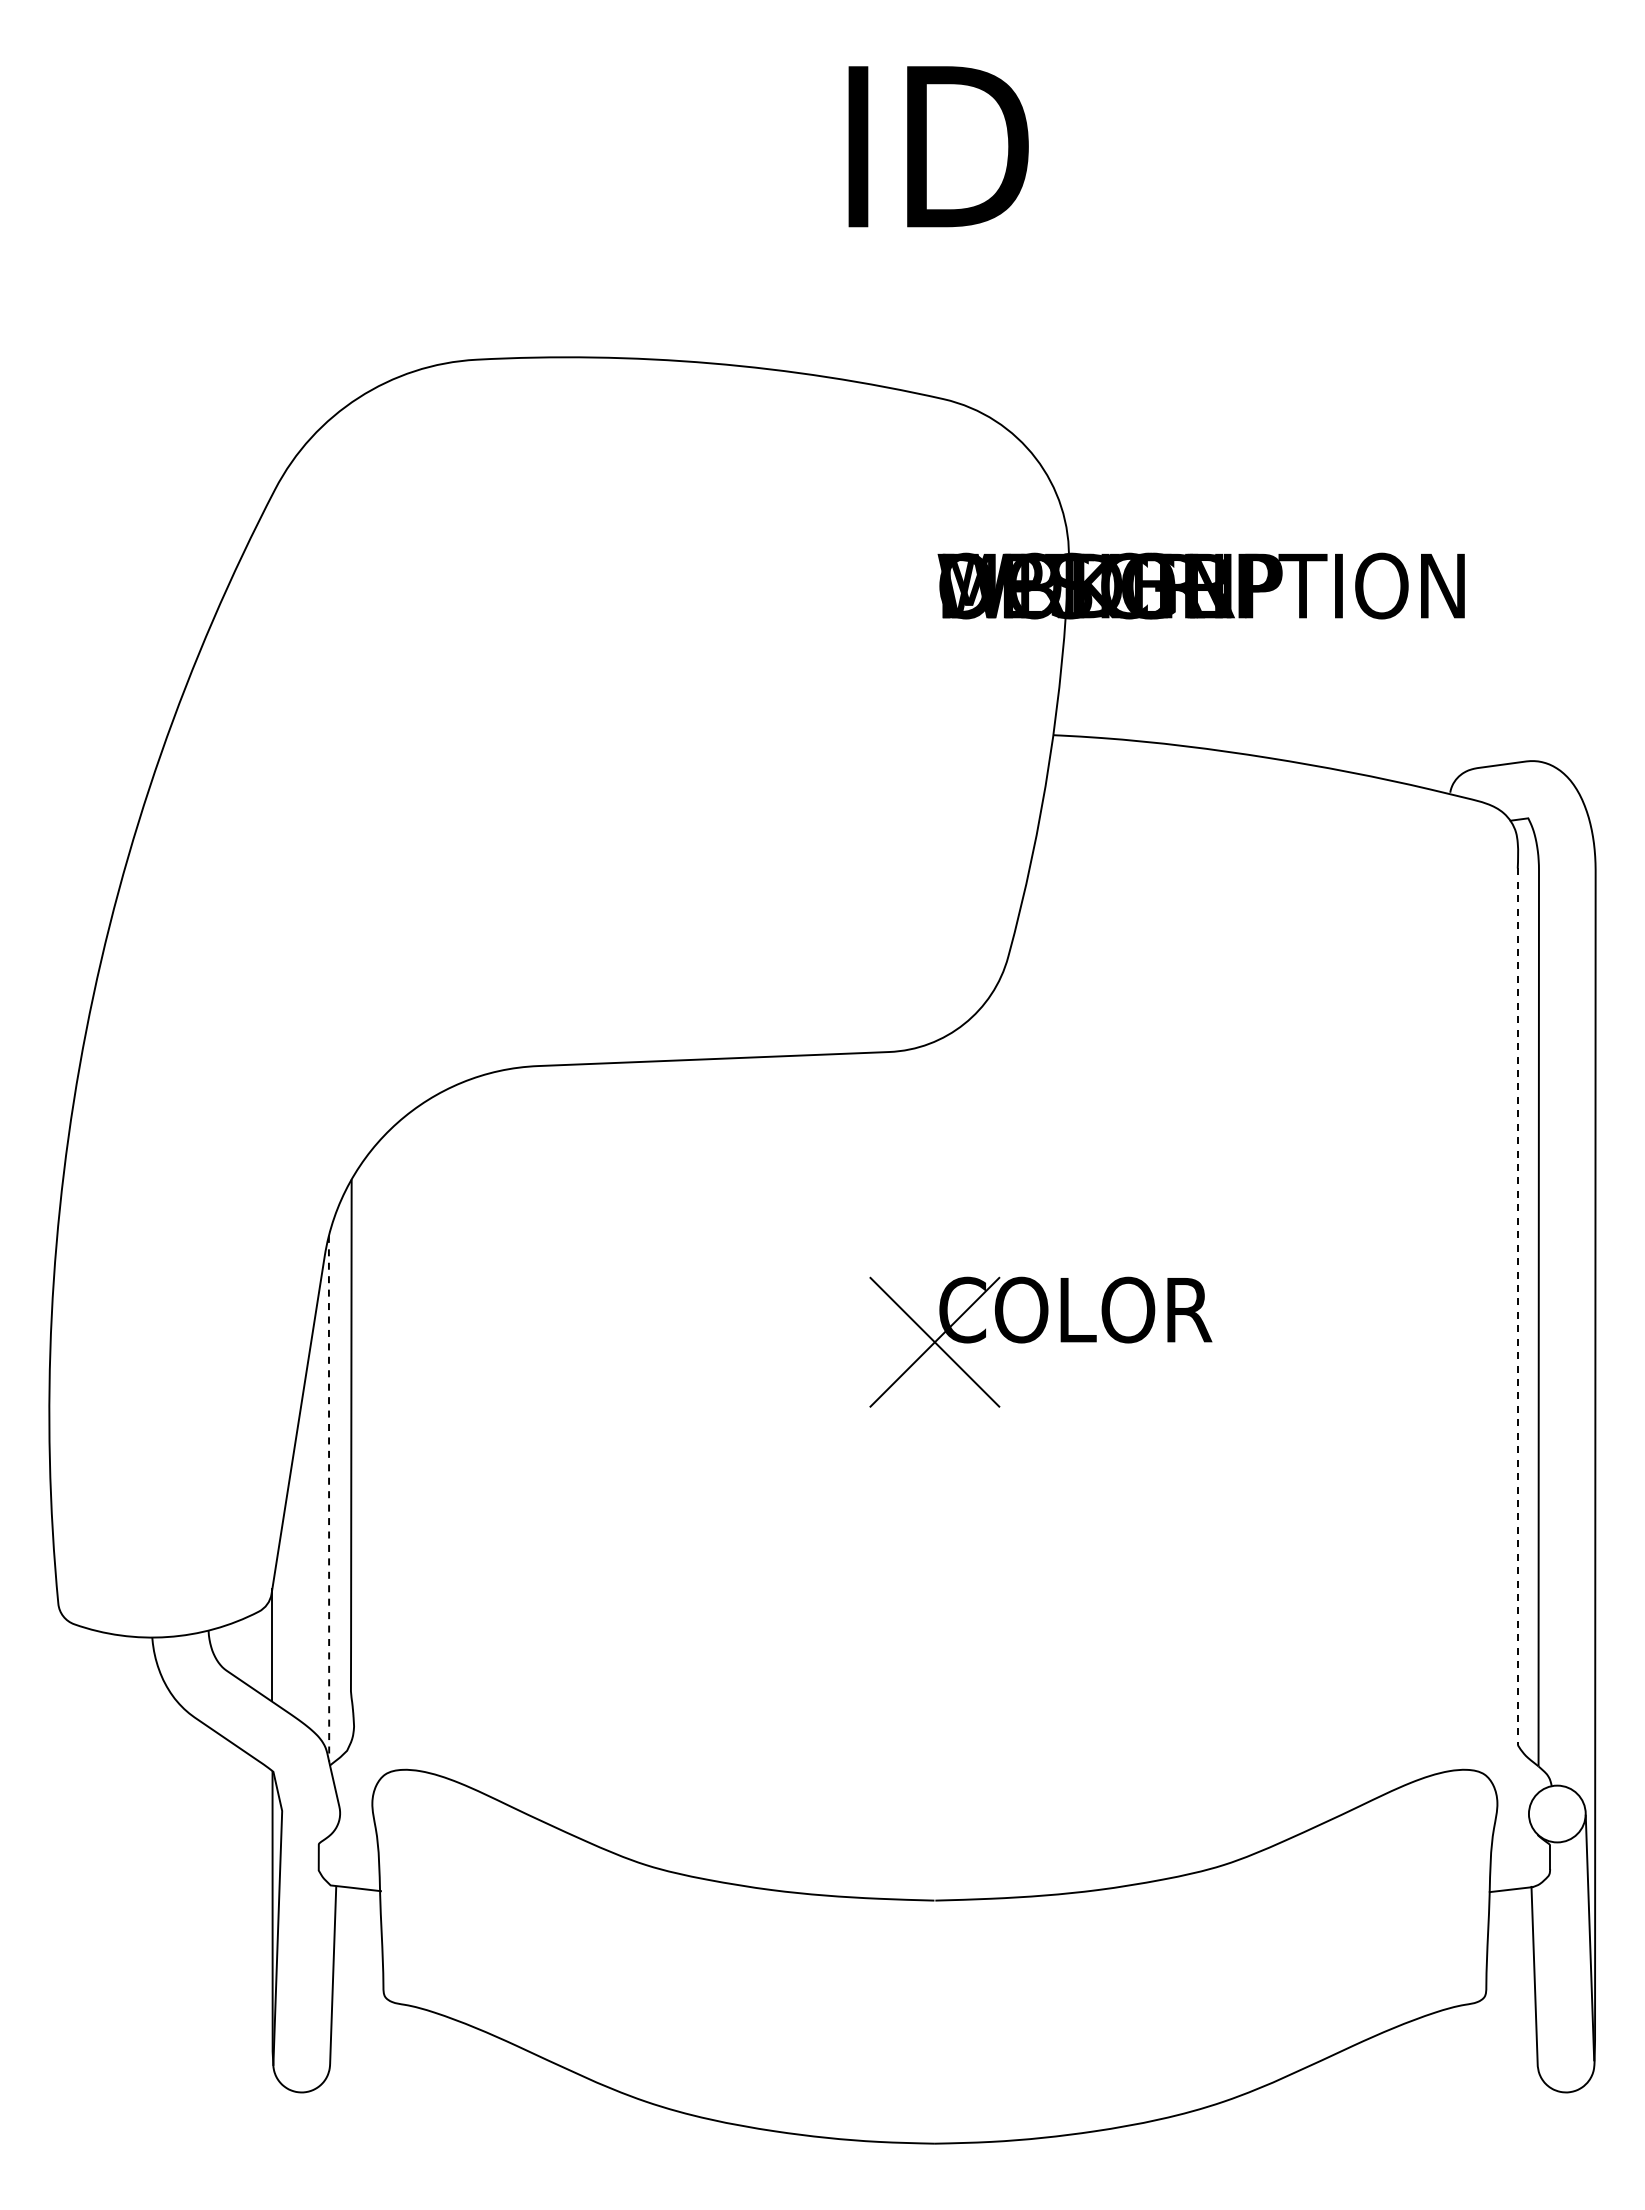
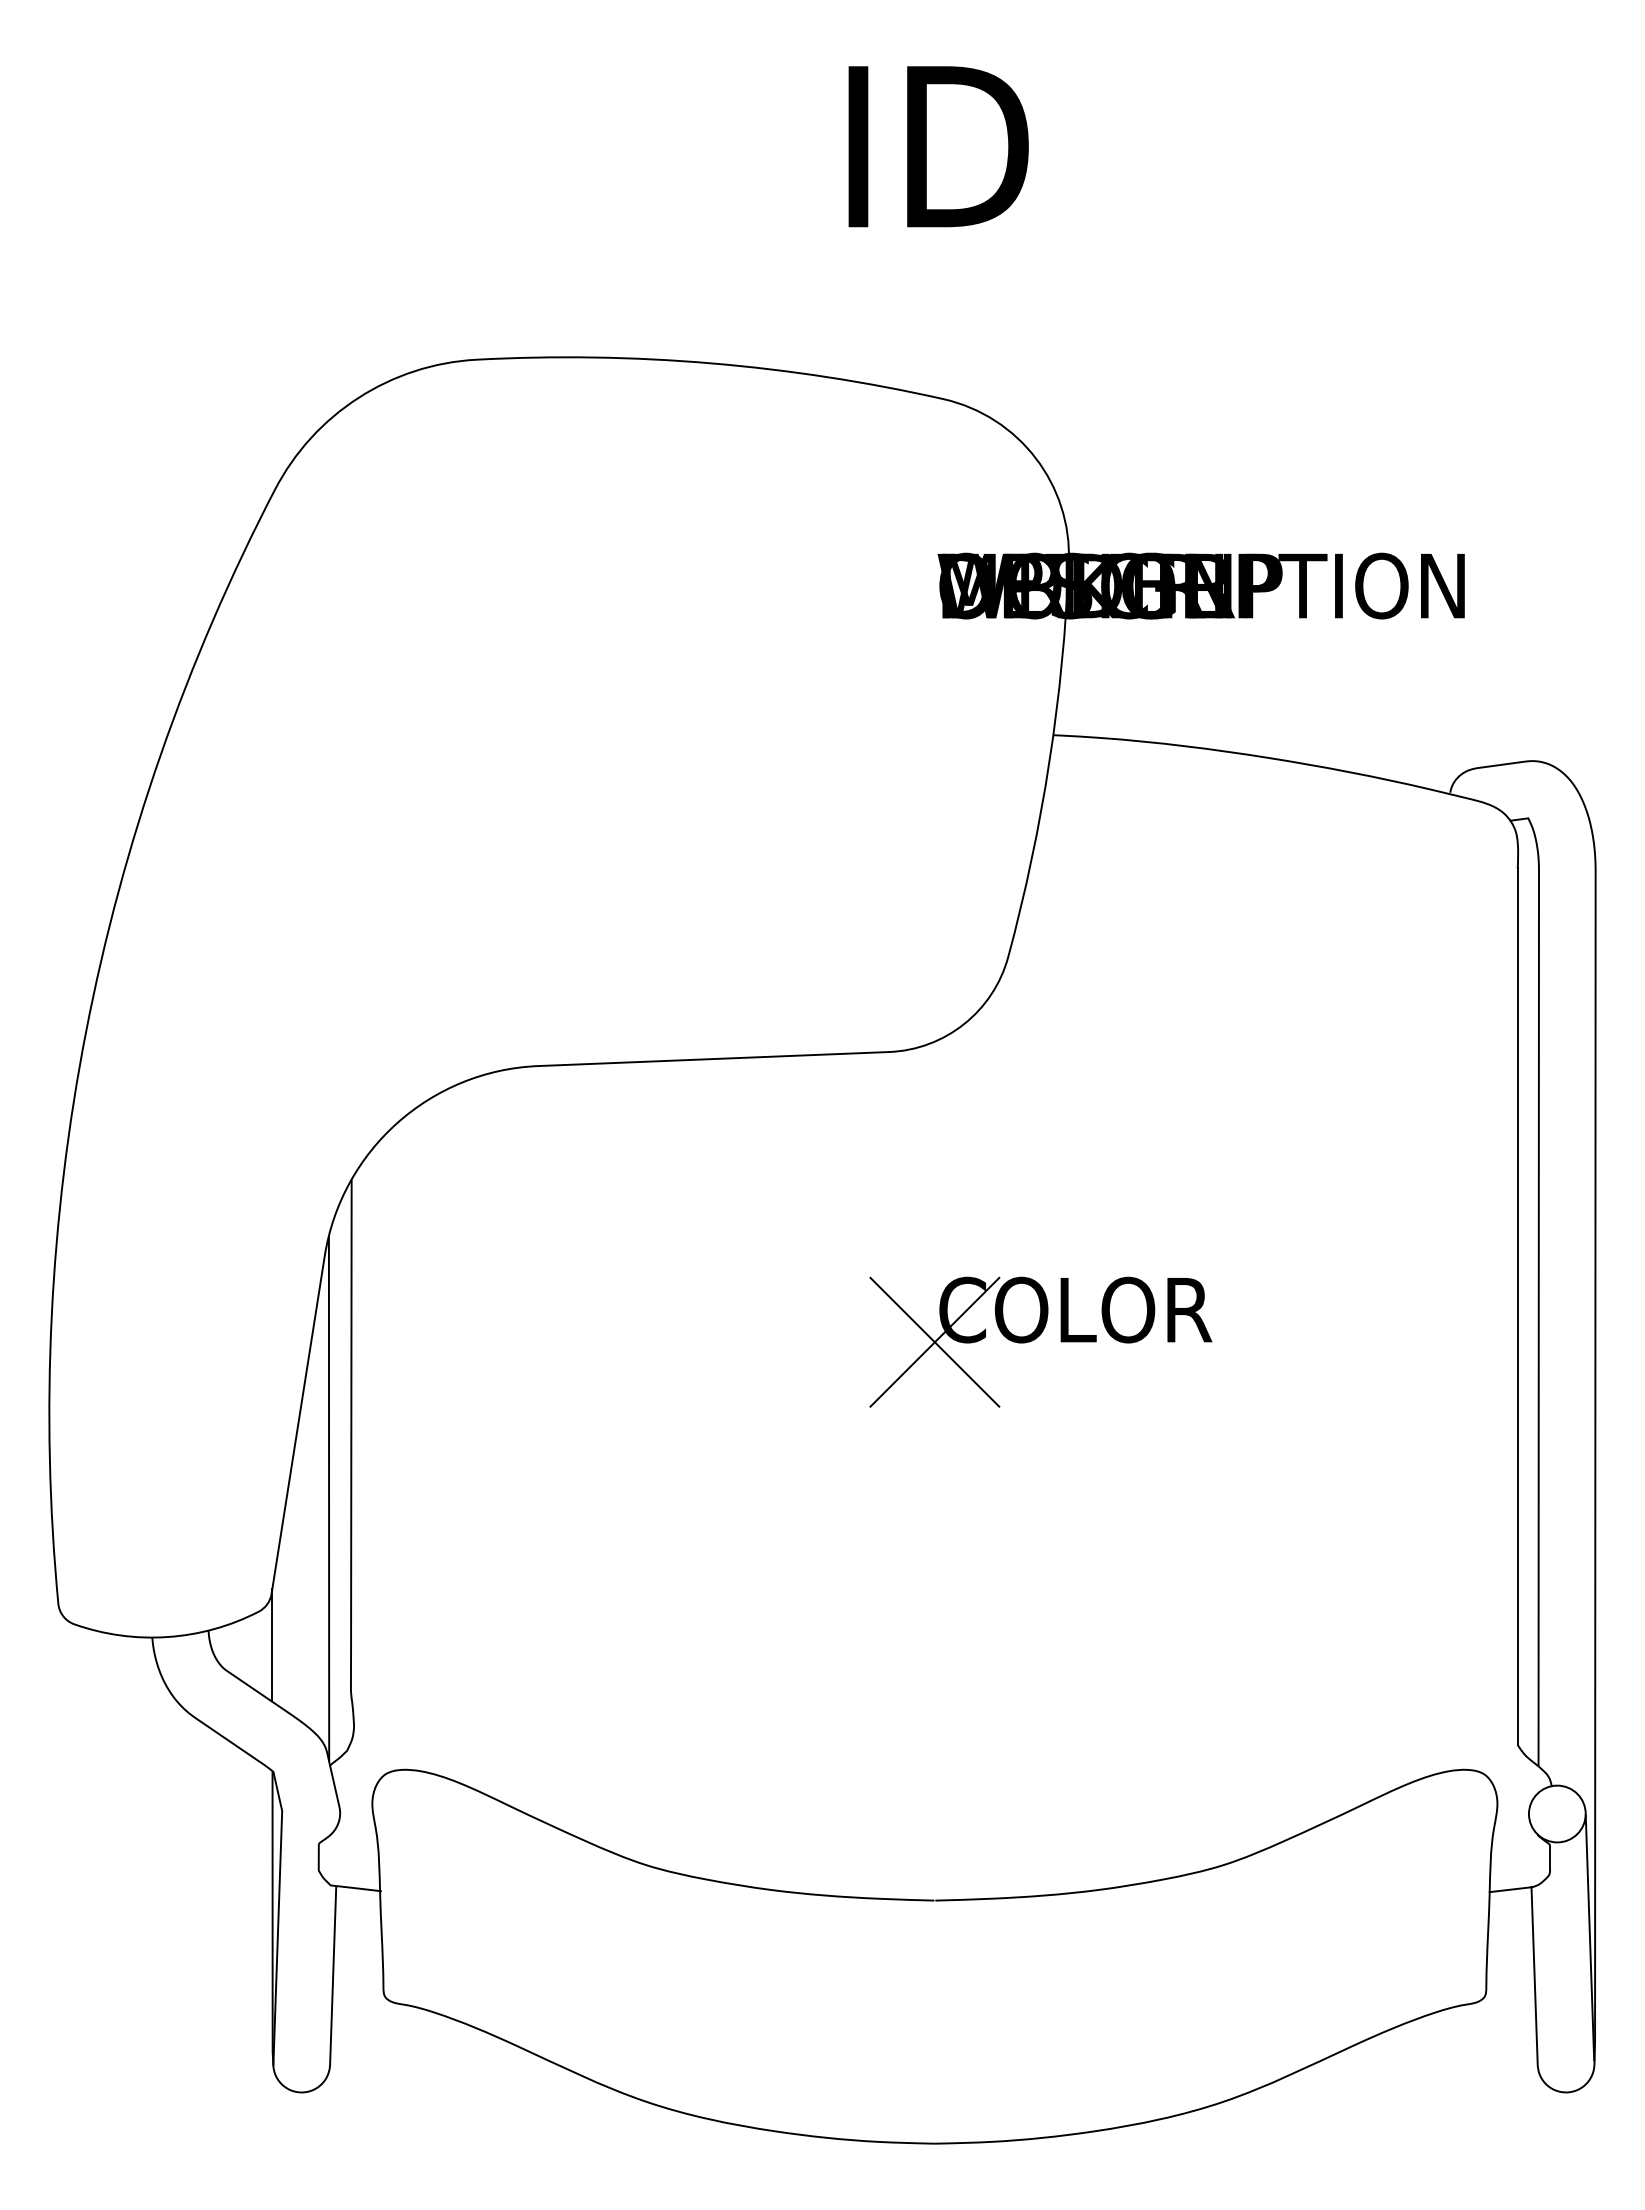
line at (1517, 1307): dashed -> solid
line at (329, 1498): dashed -> solid
